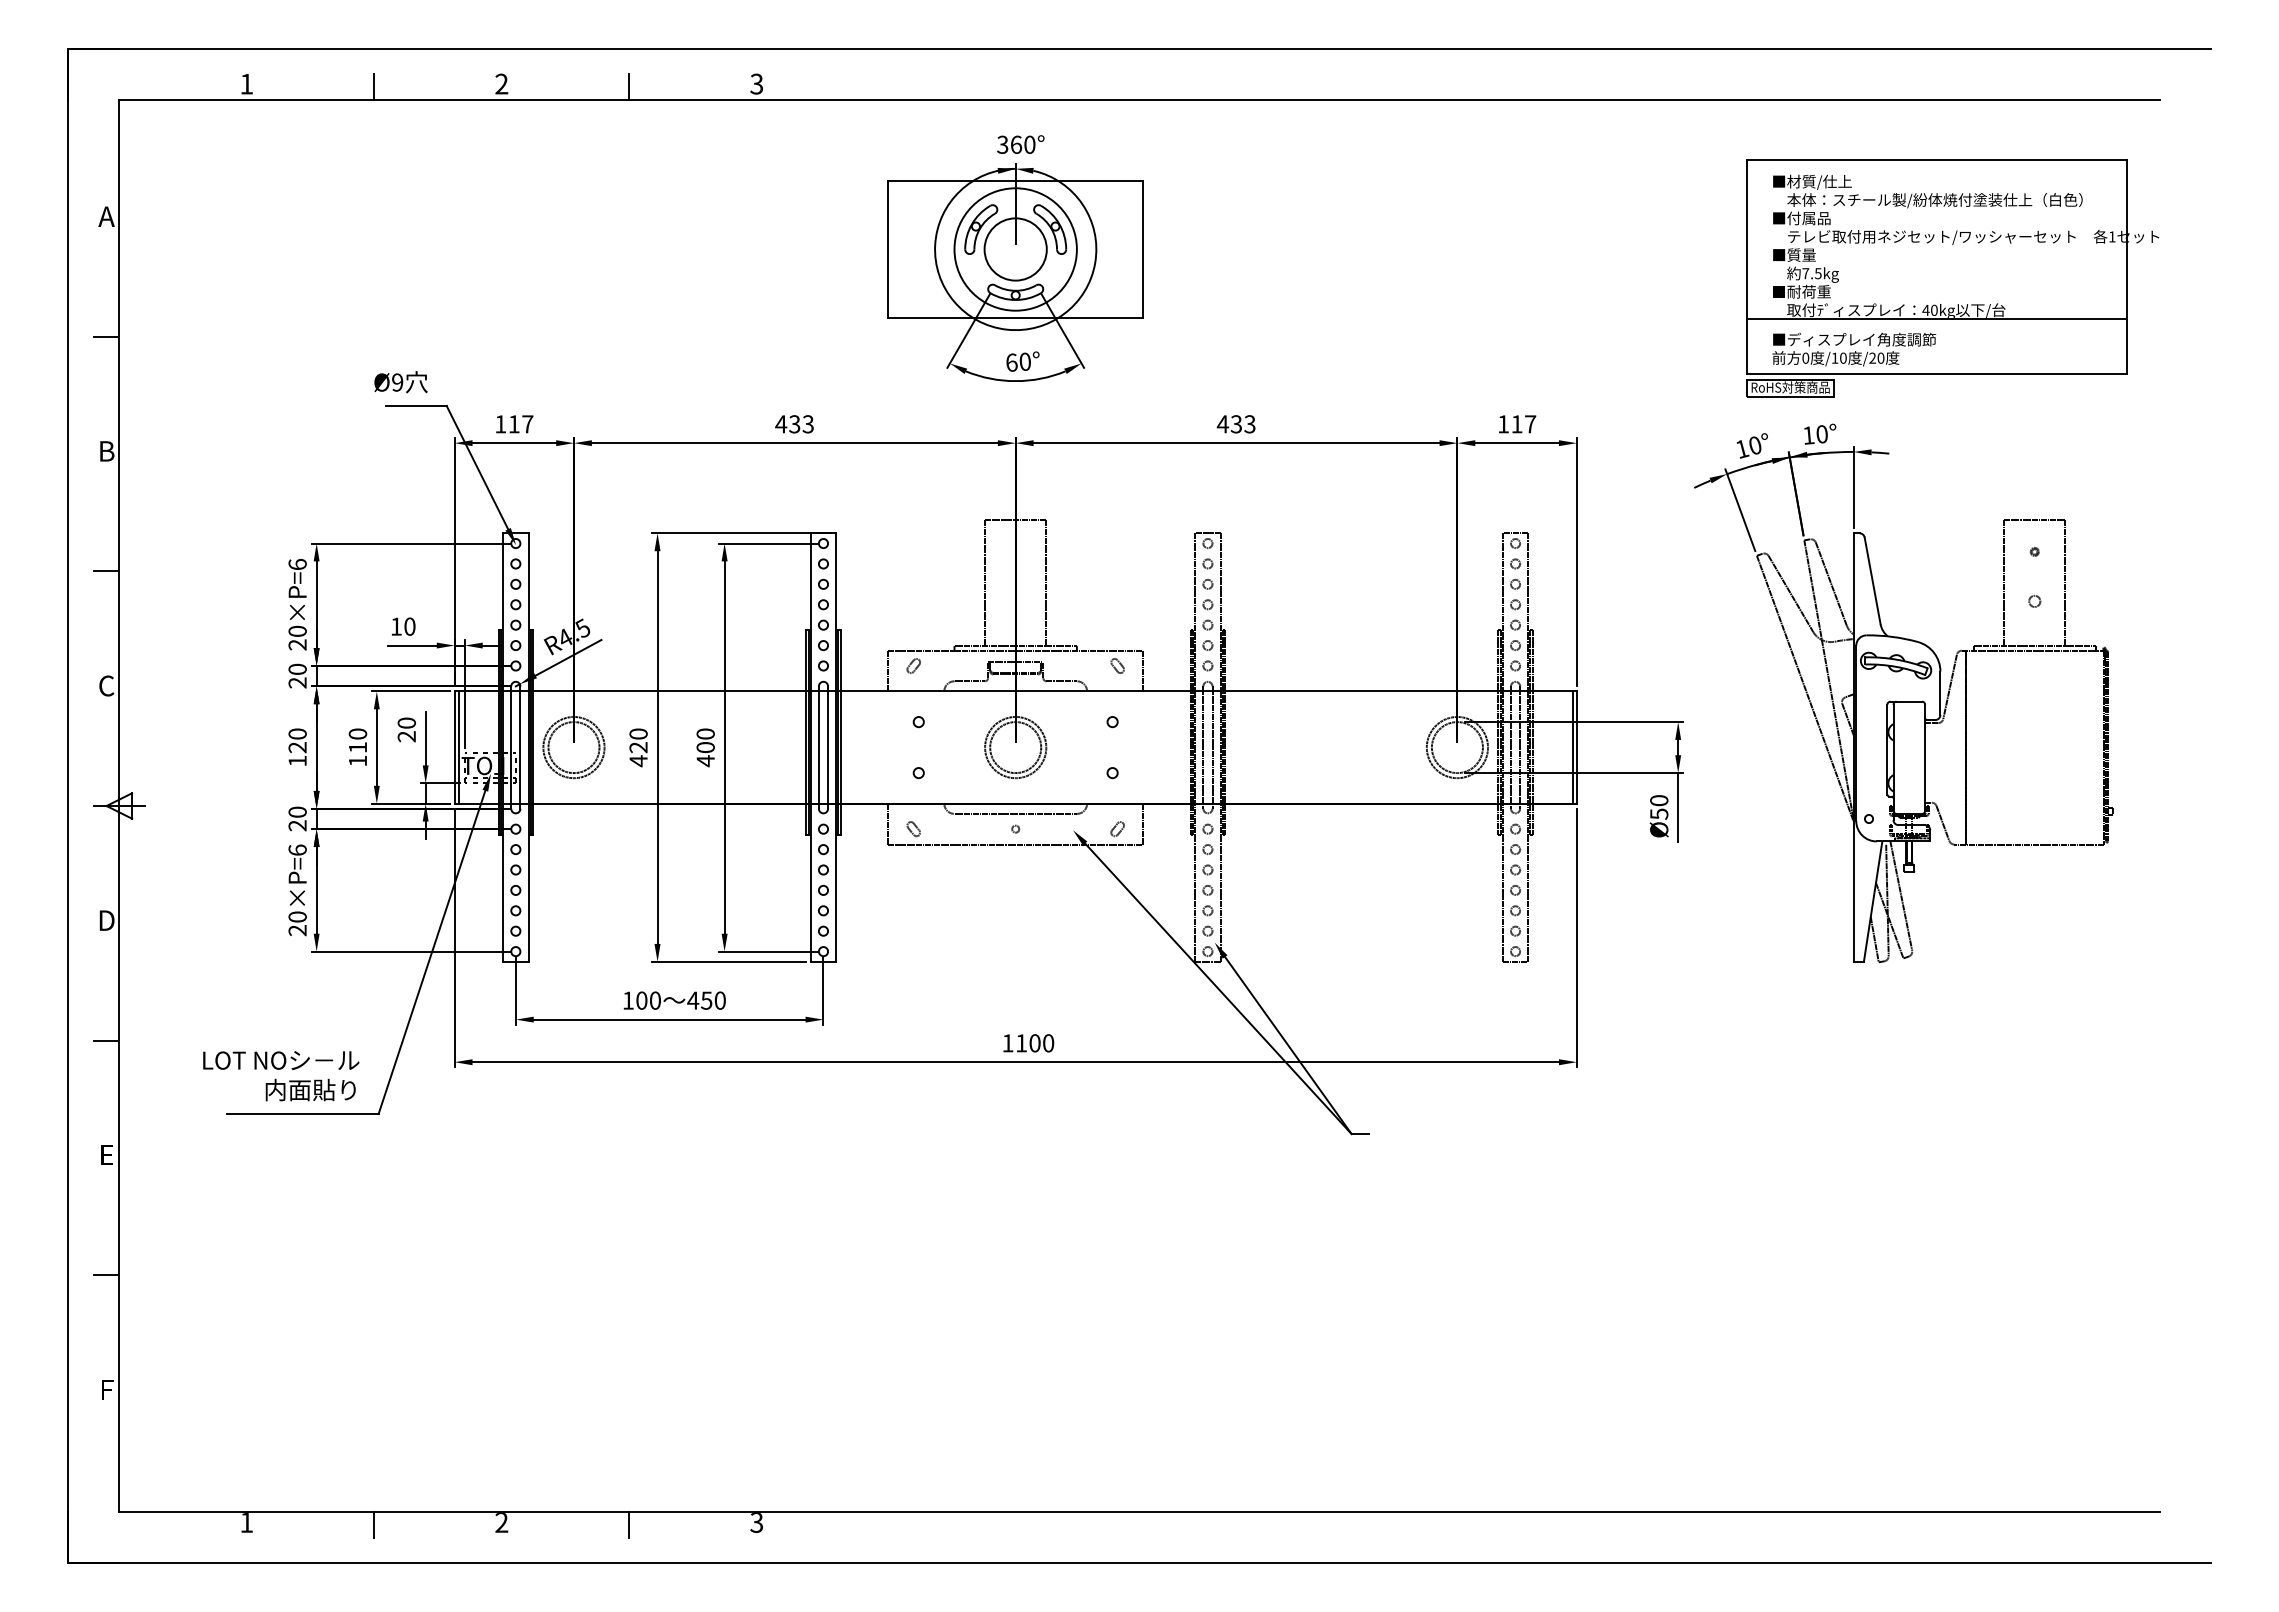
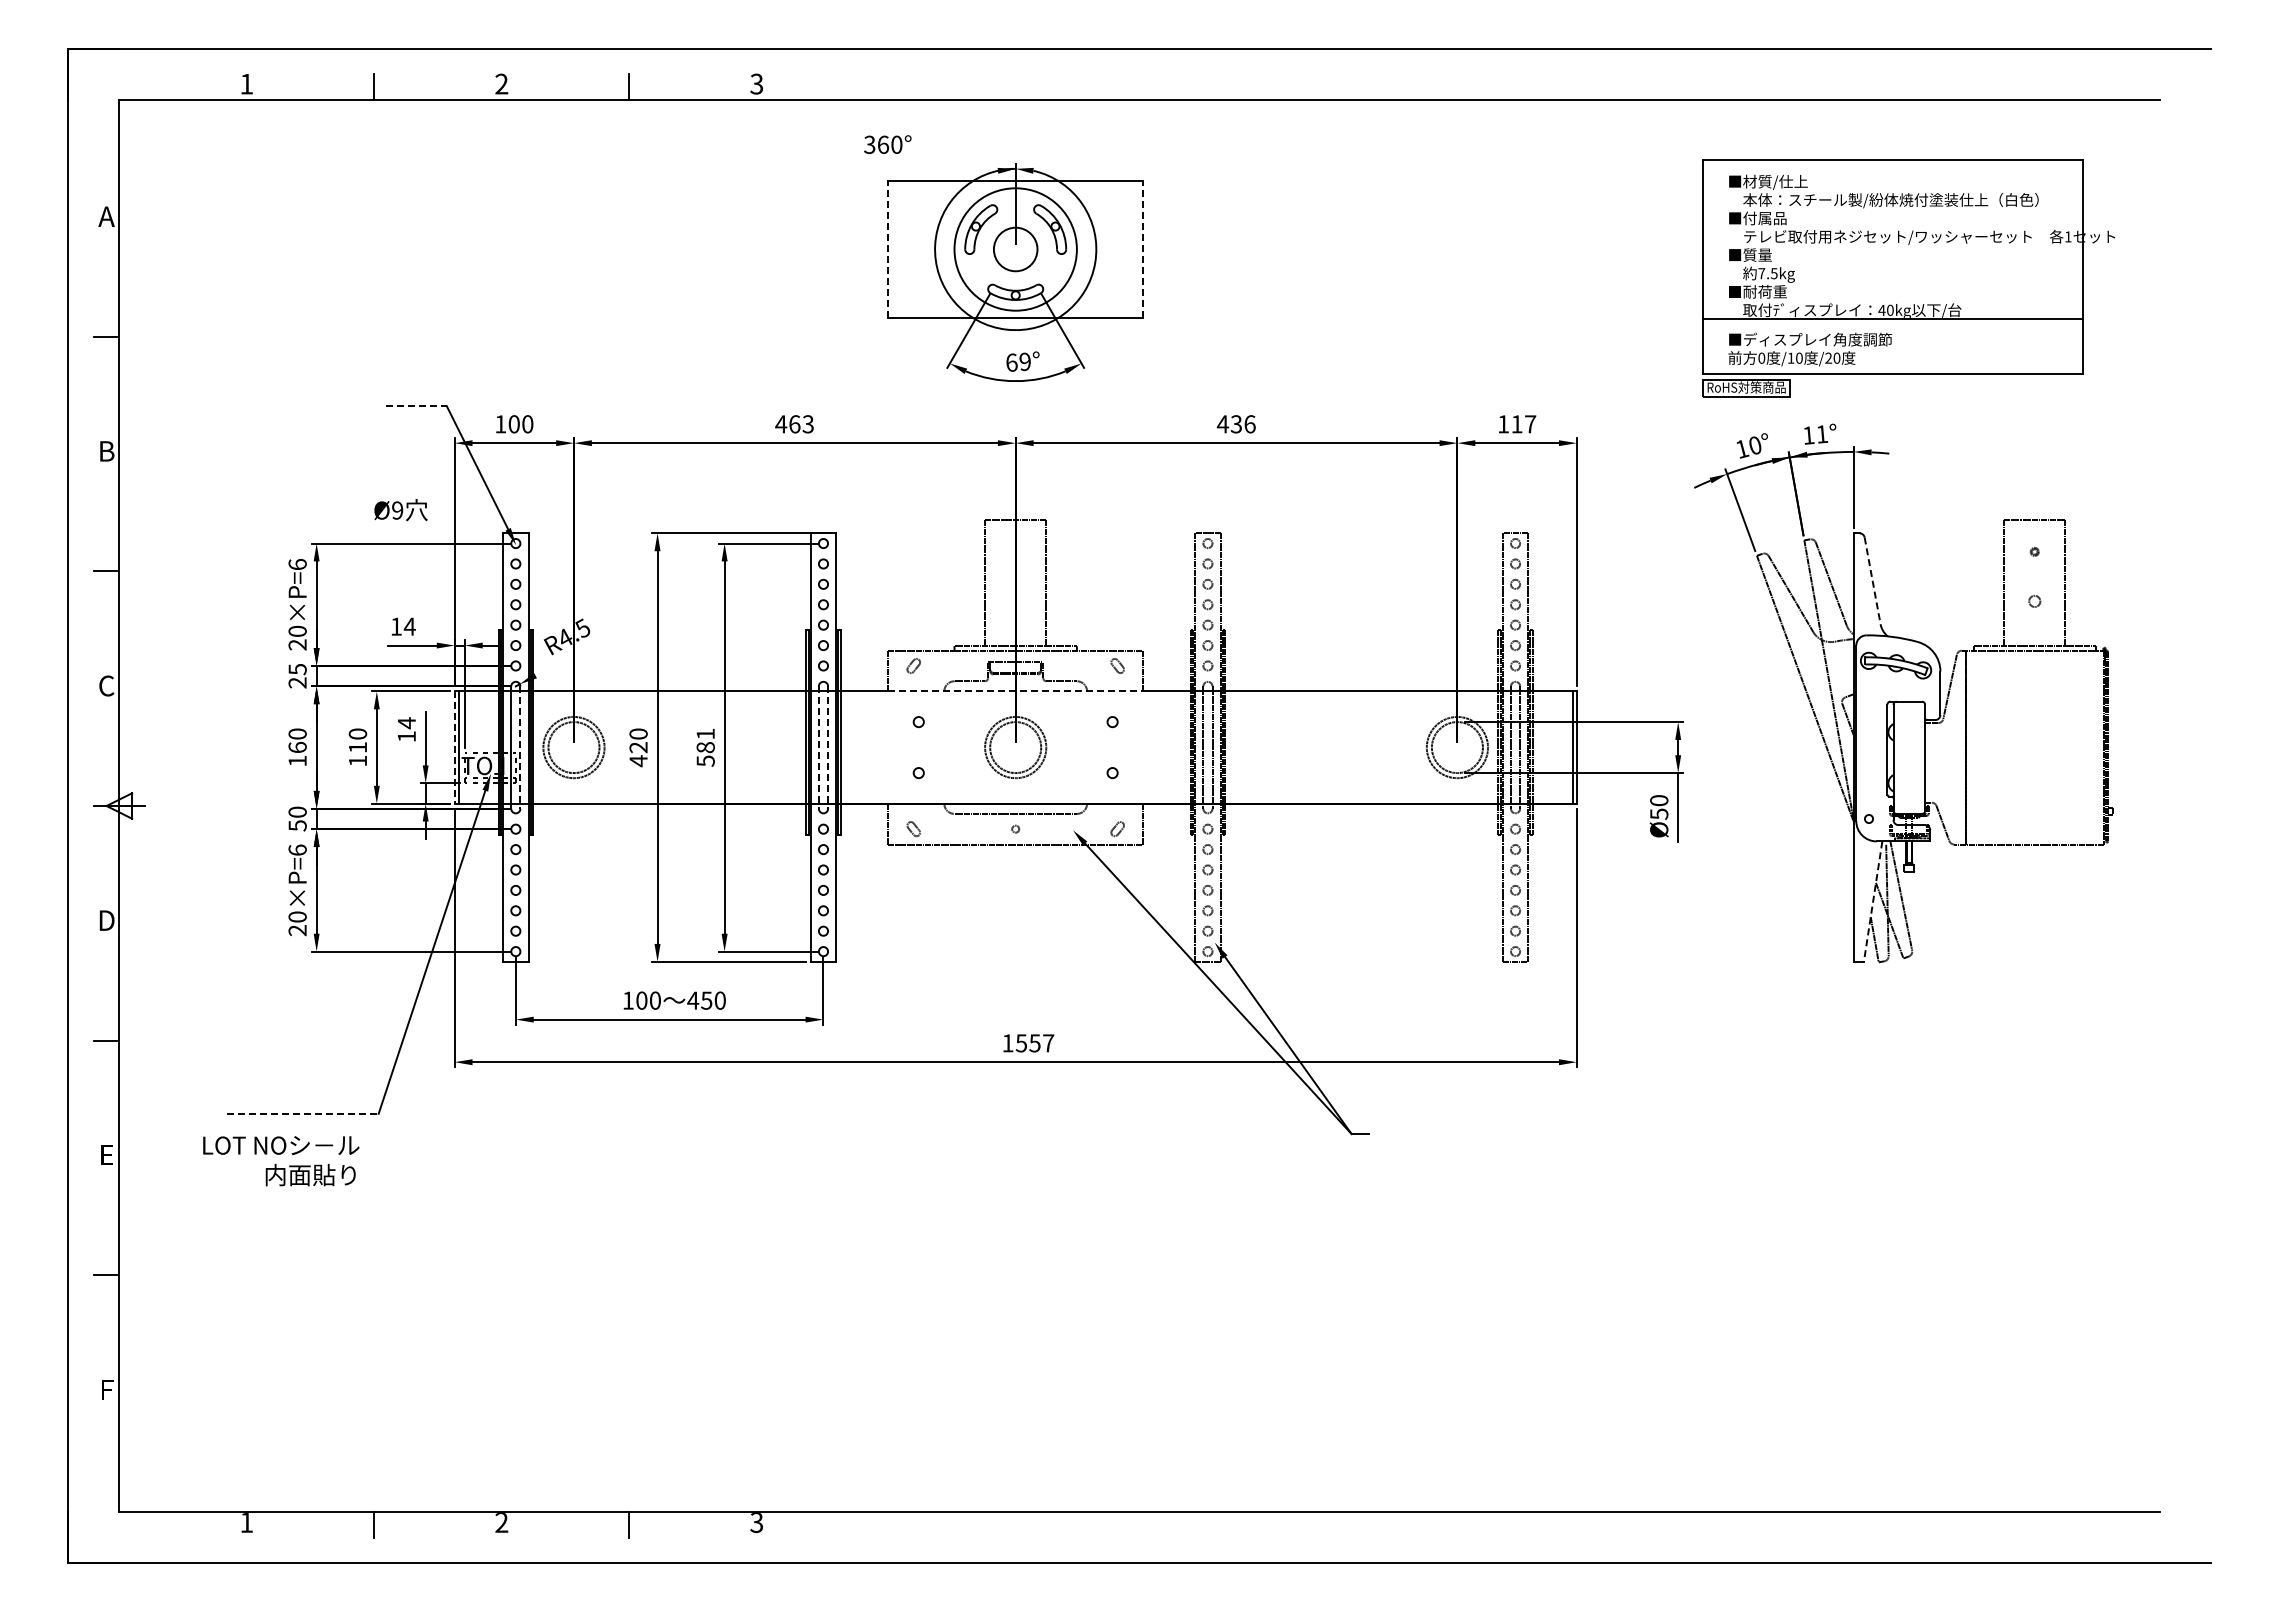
text at (1020, 144) position: (1020, 144) -> (887, 144)
line at (888, 249): solid -> dashed
circle at (1015, 249) diameter: 62 px -> 44 px
line at (1143, 249): solid -> dashed
part at (1952, 278) position: (1952, 278) -> (1908, 278)
text at (1024, 361): 60° -> 69°
text at (400, 382) position: (400, 382) -> (400, 510)
line at (416, 406): solid -> dashed
text at (520, 424): 117 -> 100
text at (794, 424): 433 -> 463
text at (1249, 424): 433 -> 436
text at (1822, 434): 10° -> 11°
line at (1872, 581): solid -> dashed
text at (409, 626): 10 -> 14
line at (568, 657): present -> none
text at (297, 669): 20 -> 25
line at (1015, 691): solid -> dashed
text at (406, 729): 20 -> 14
text at (297, 747): 120 -> 160
text at (705, 747): 400 -> 581
line at (454, 748): solid -> dashed
line at (520, 748): solid -> dashed
line at (818, 748): solid -> dashed
line at (828, 748): solid -> dashed
text at (297, 825): 20 -> 50
line at (1873, 901): solid -> dashed
text at (1034, 1043): 1100 -> 1557
text at (281, 1076) position: (281, 1076) -> (281, 1161)
line at (302, 1113): solid -> dashed
